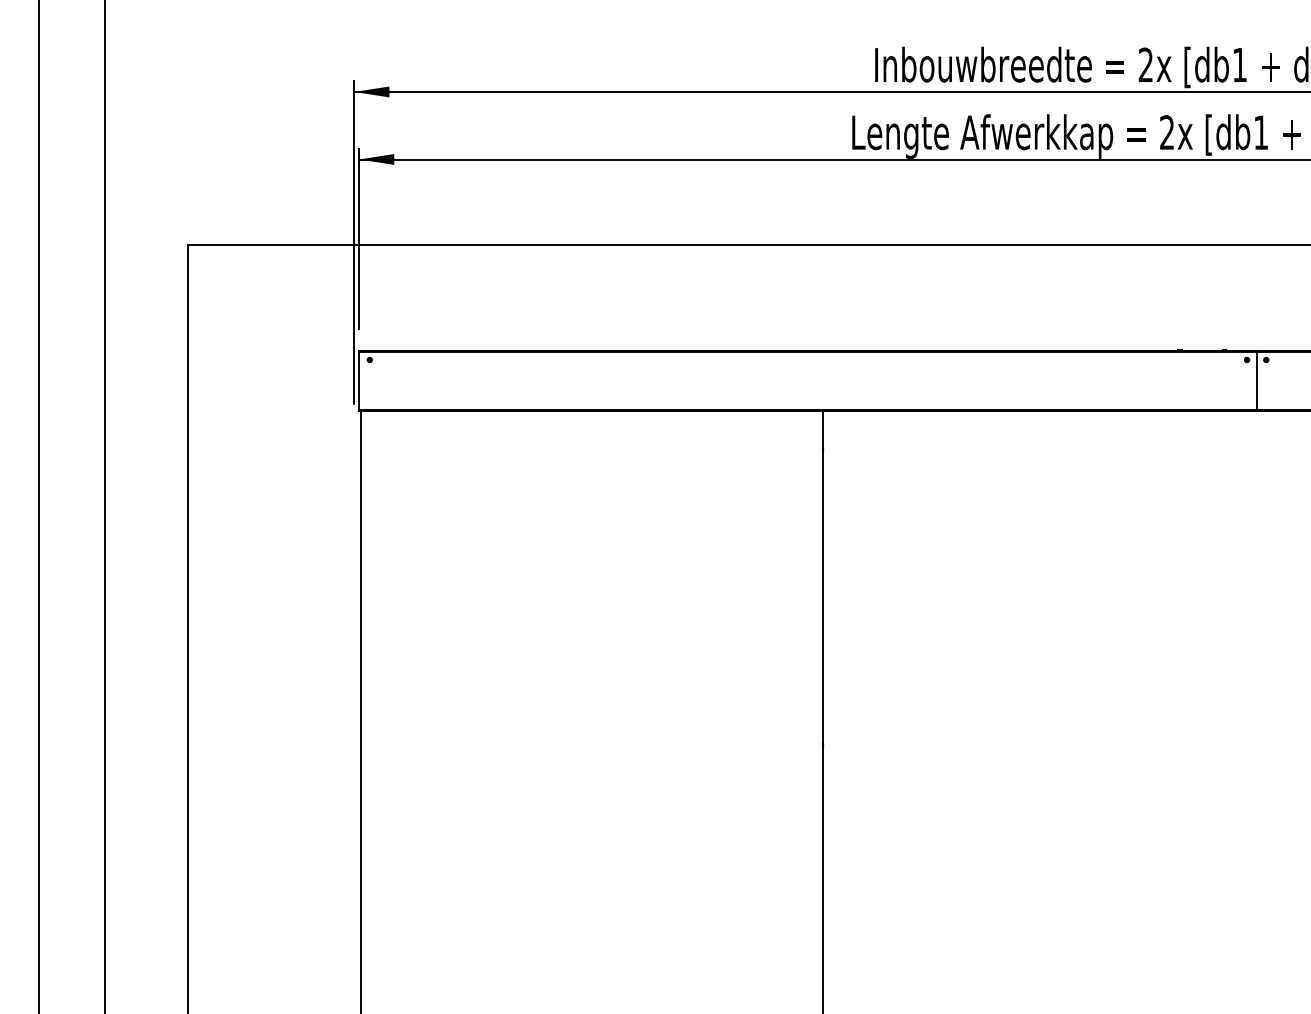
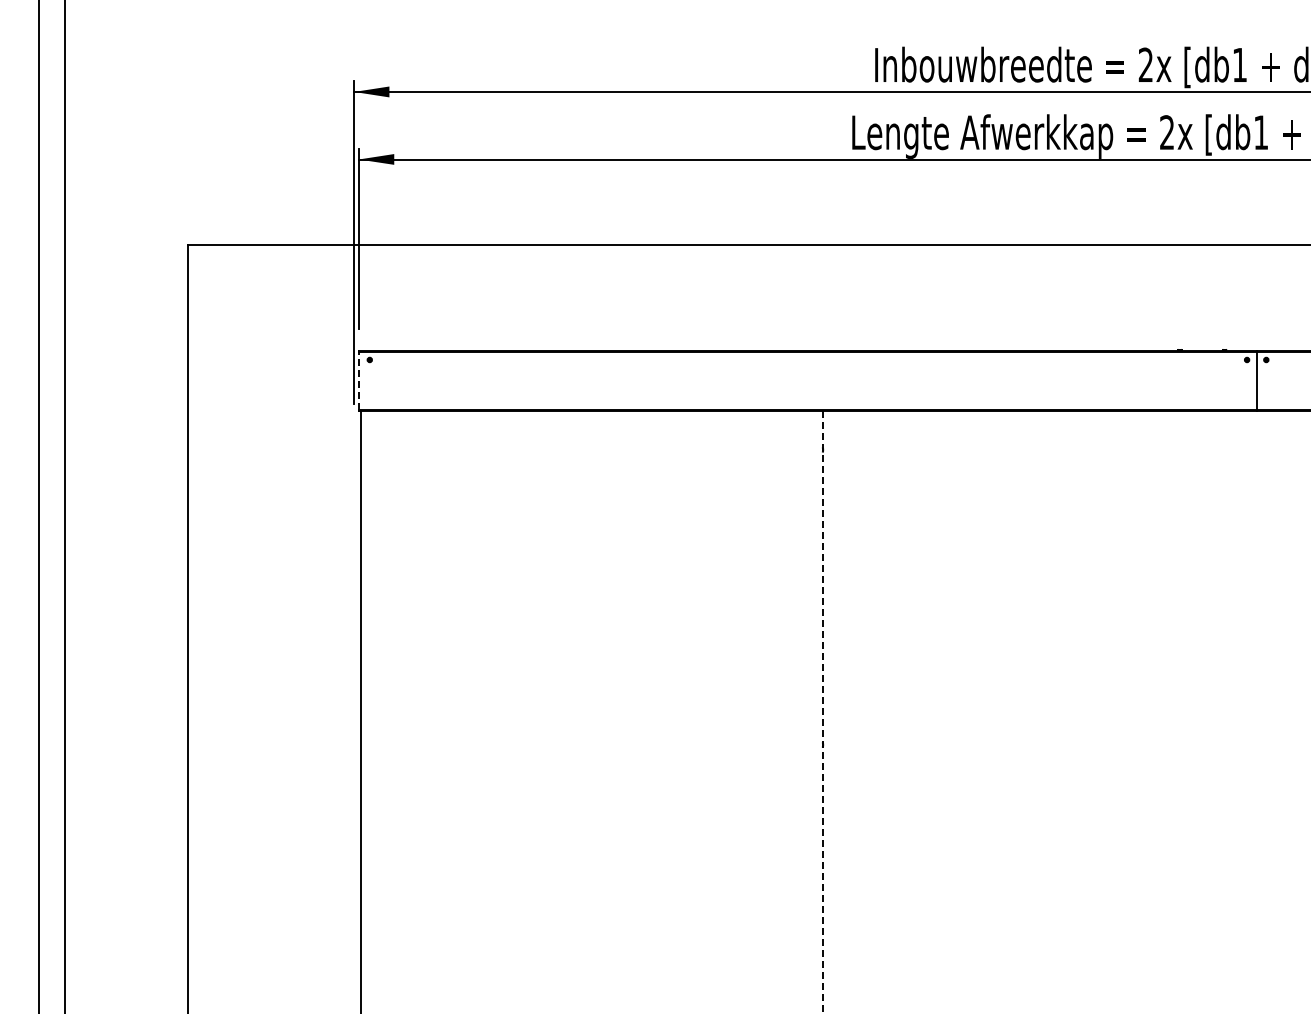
line at (358, 380): solid -> dashed
line at (104, 506) position: (104, 506) -> (64, 506)
line at (822, 712): solid -> dashed
